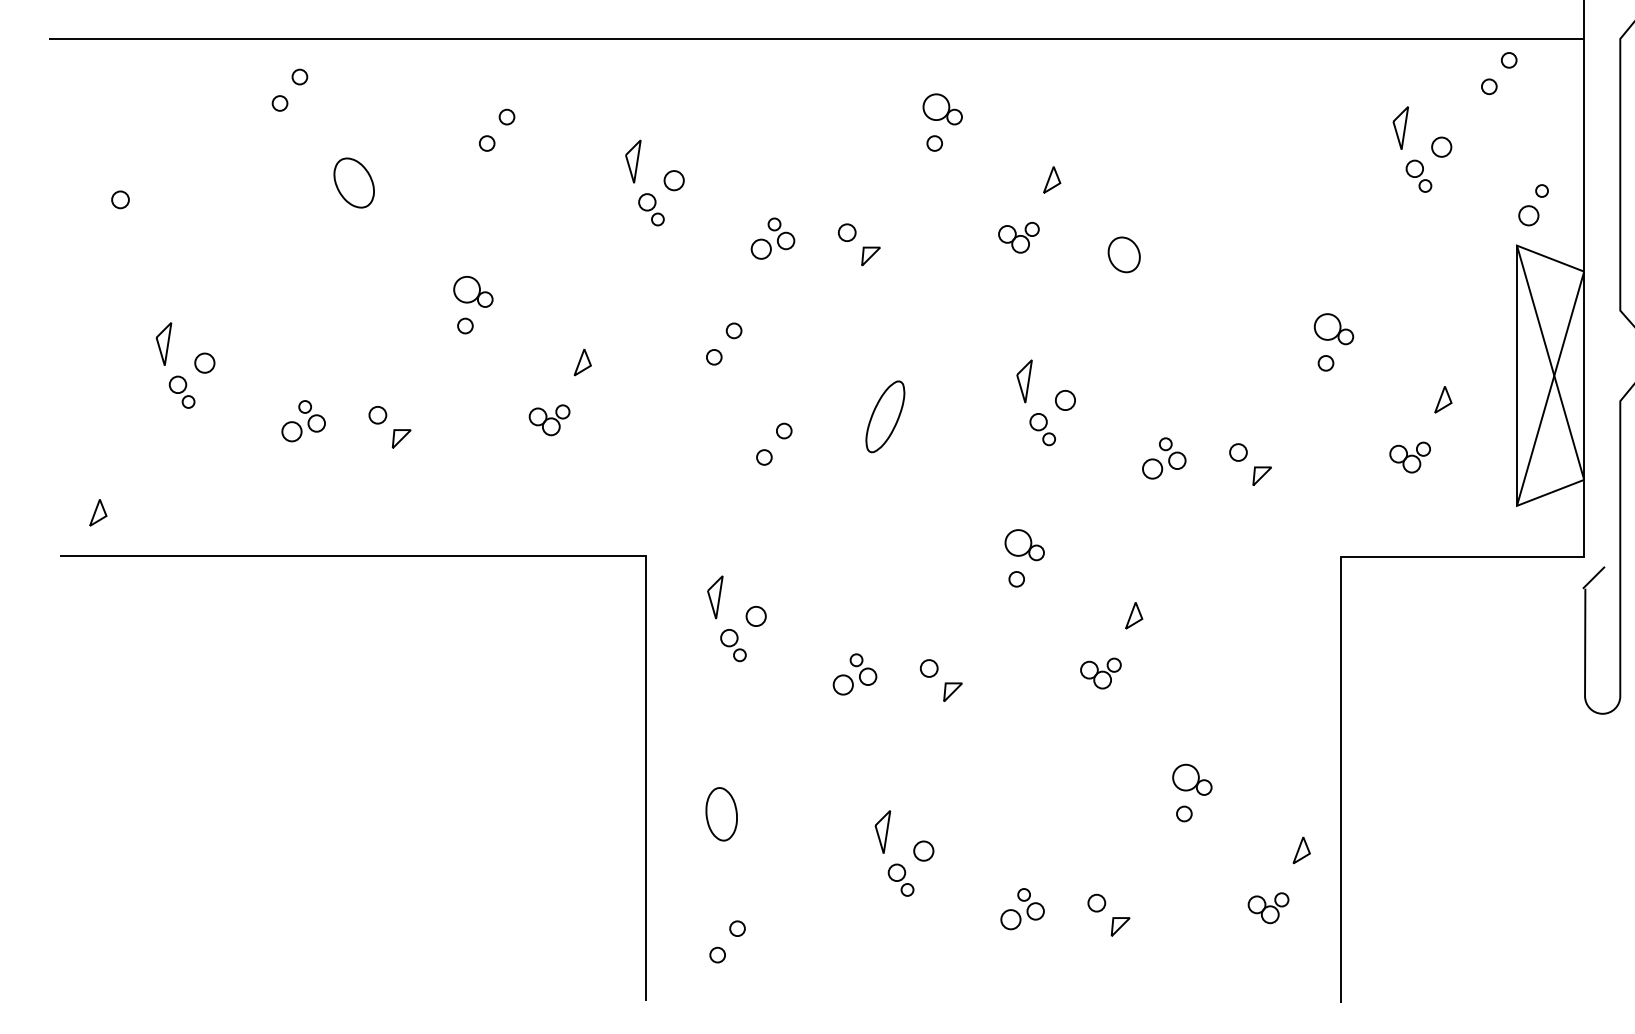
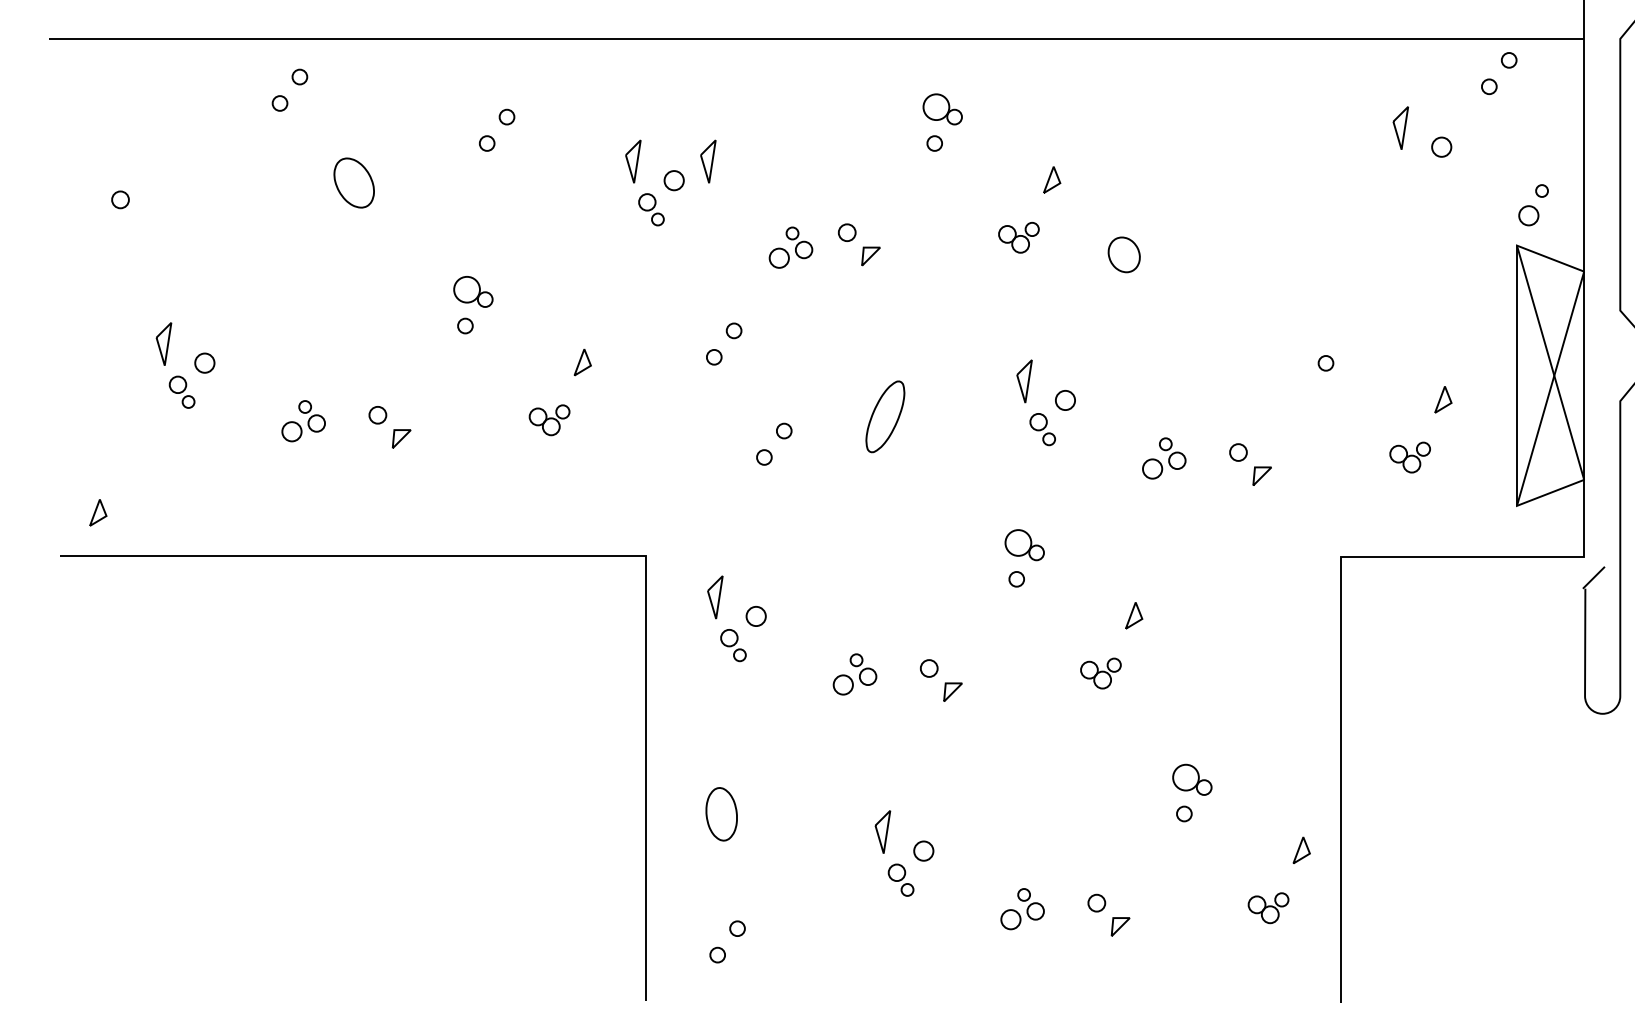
part at (708, 161): none -> present
part at (1418, 175): present -> none
part at (772, 238) position: (772, 238) -> (790, 247)
part at (1333, 329): present -> none
